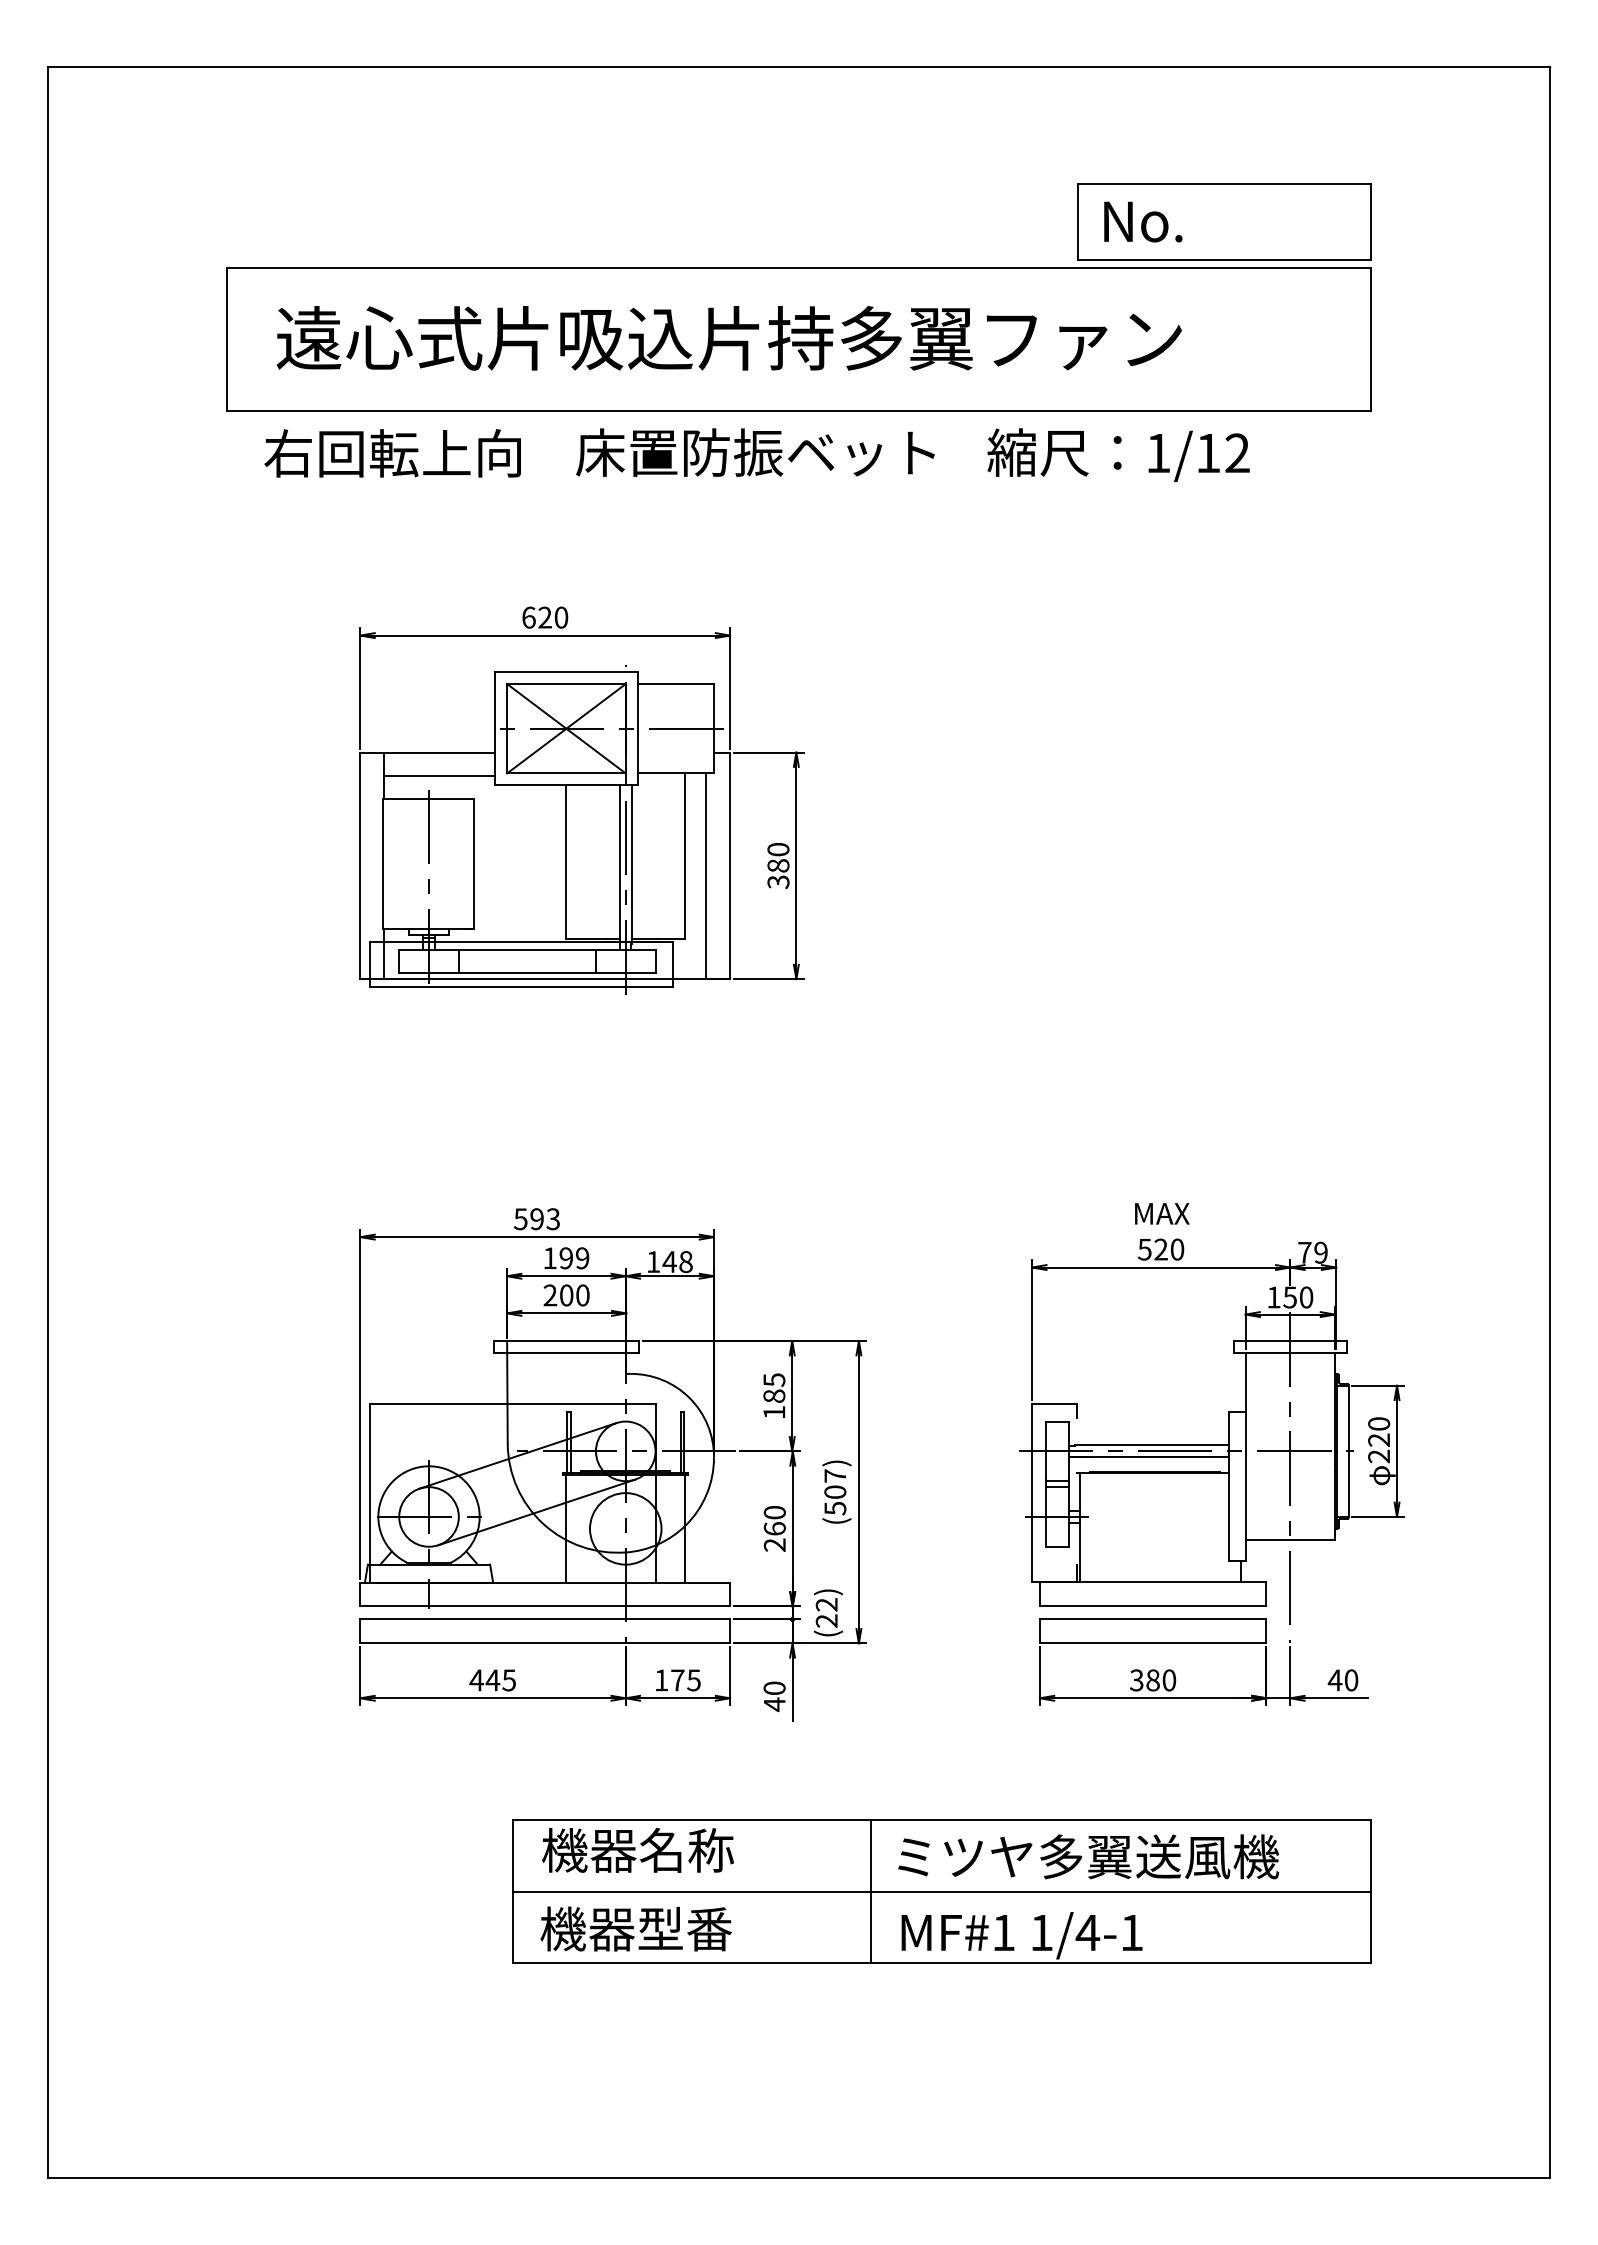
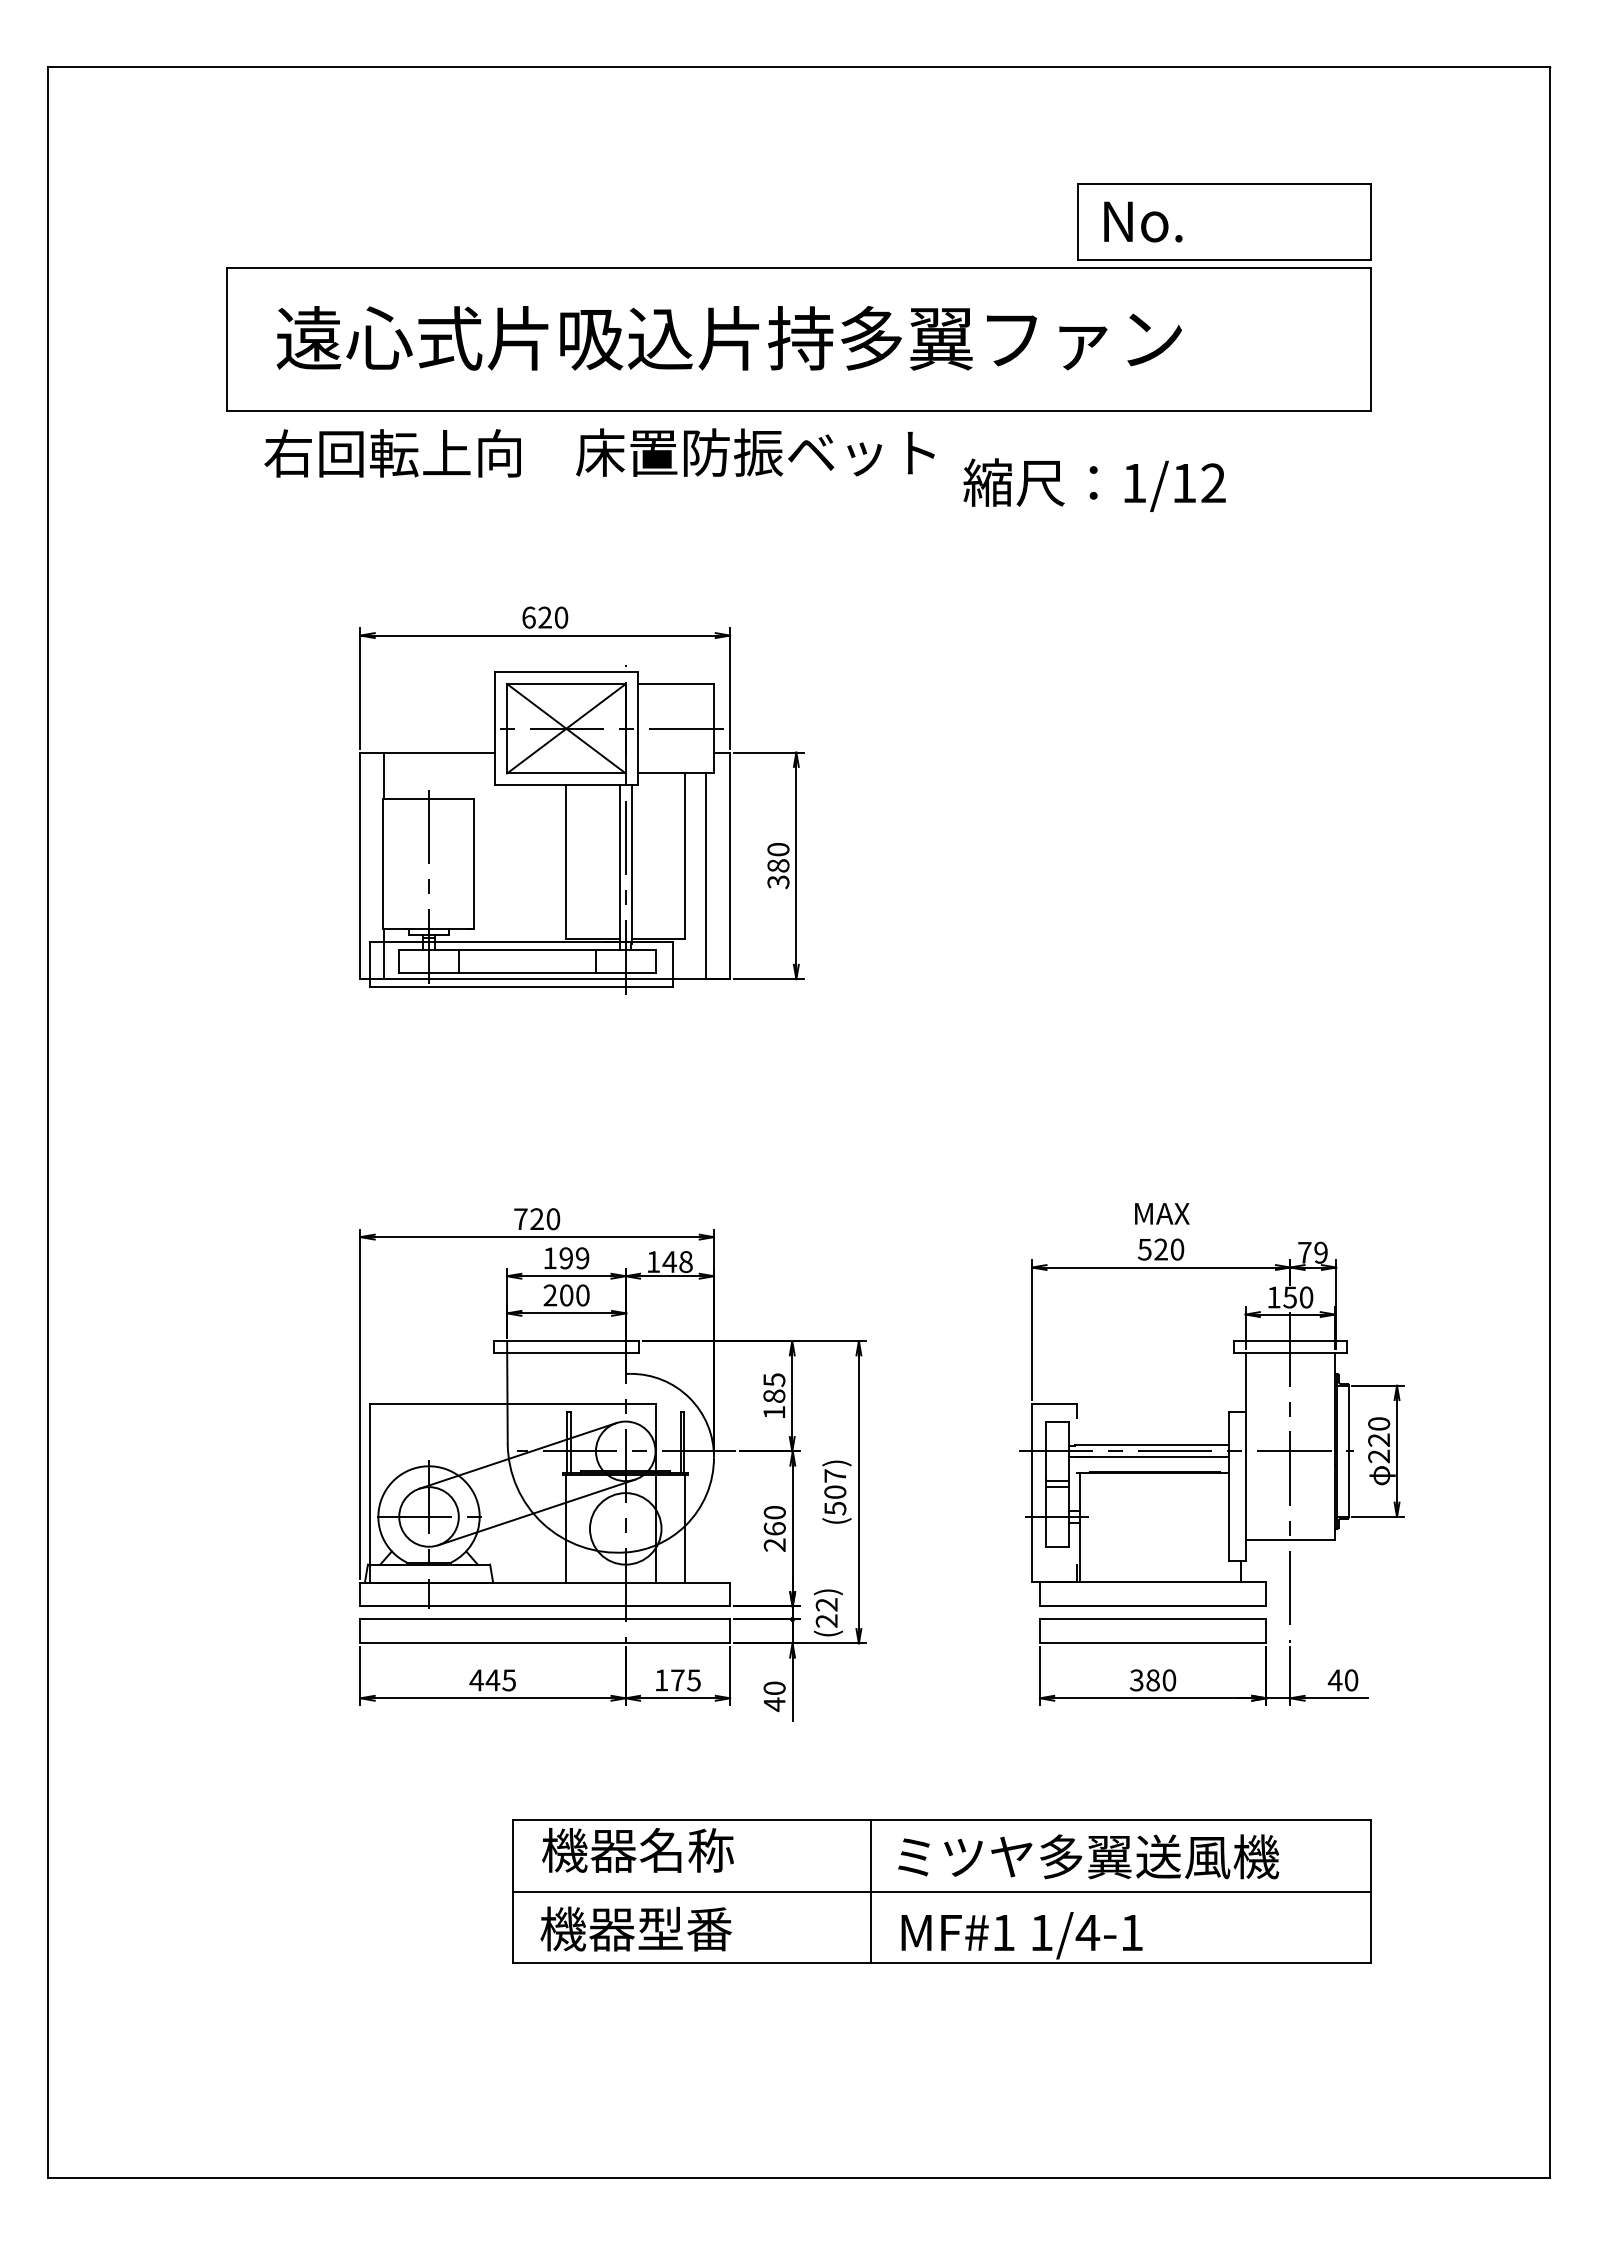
text at (1118, 454) position: (1118, 454) -> (1094, 484)
line at (439, 776): present -> none
text at (536, 1219): 593 -> 720
